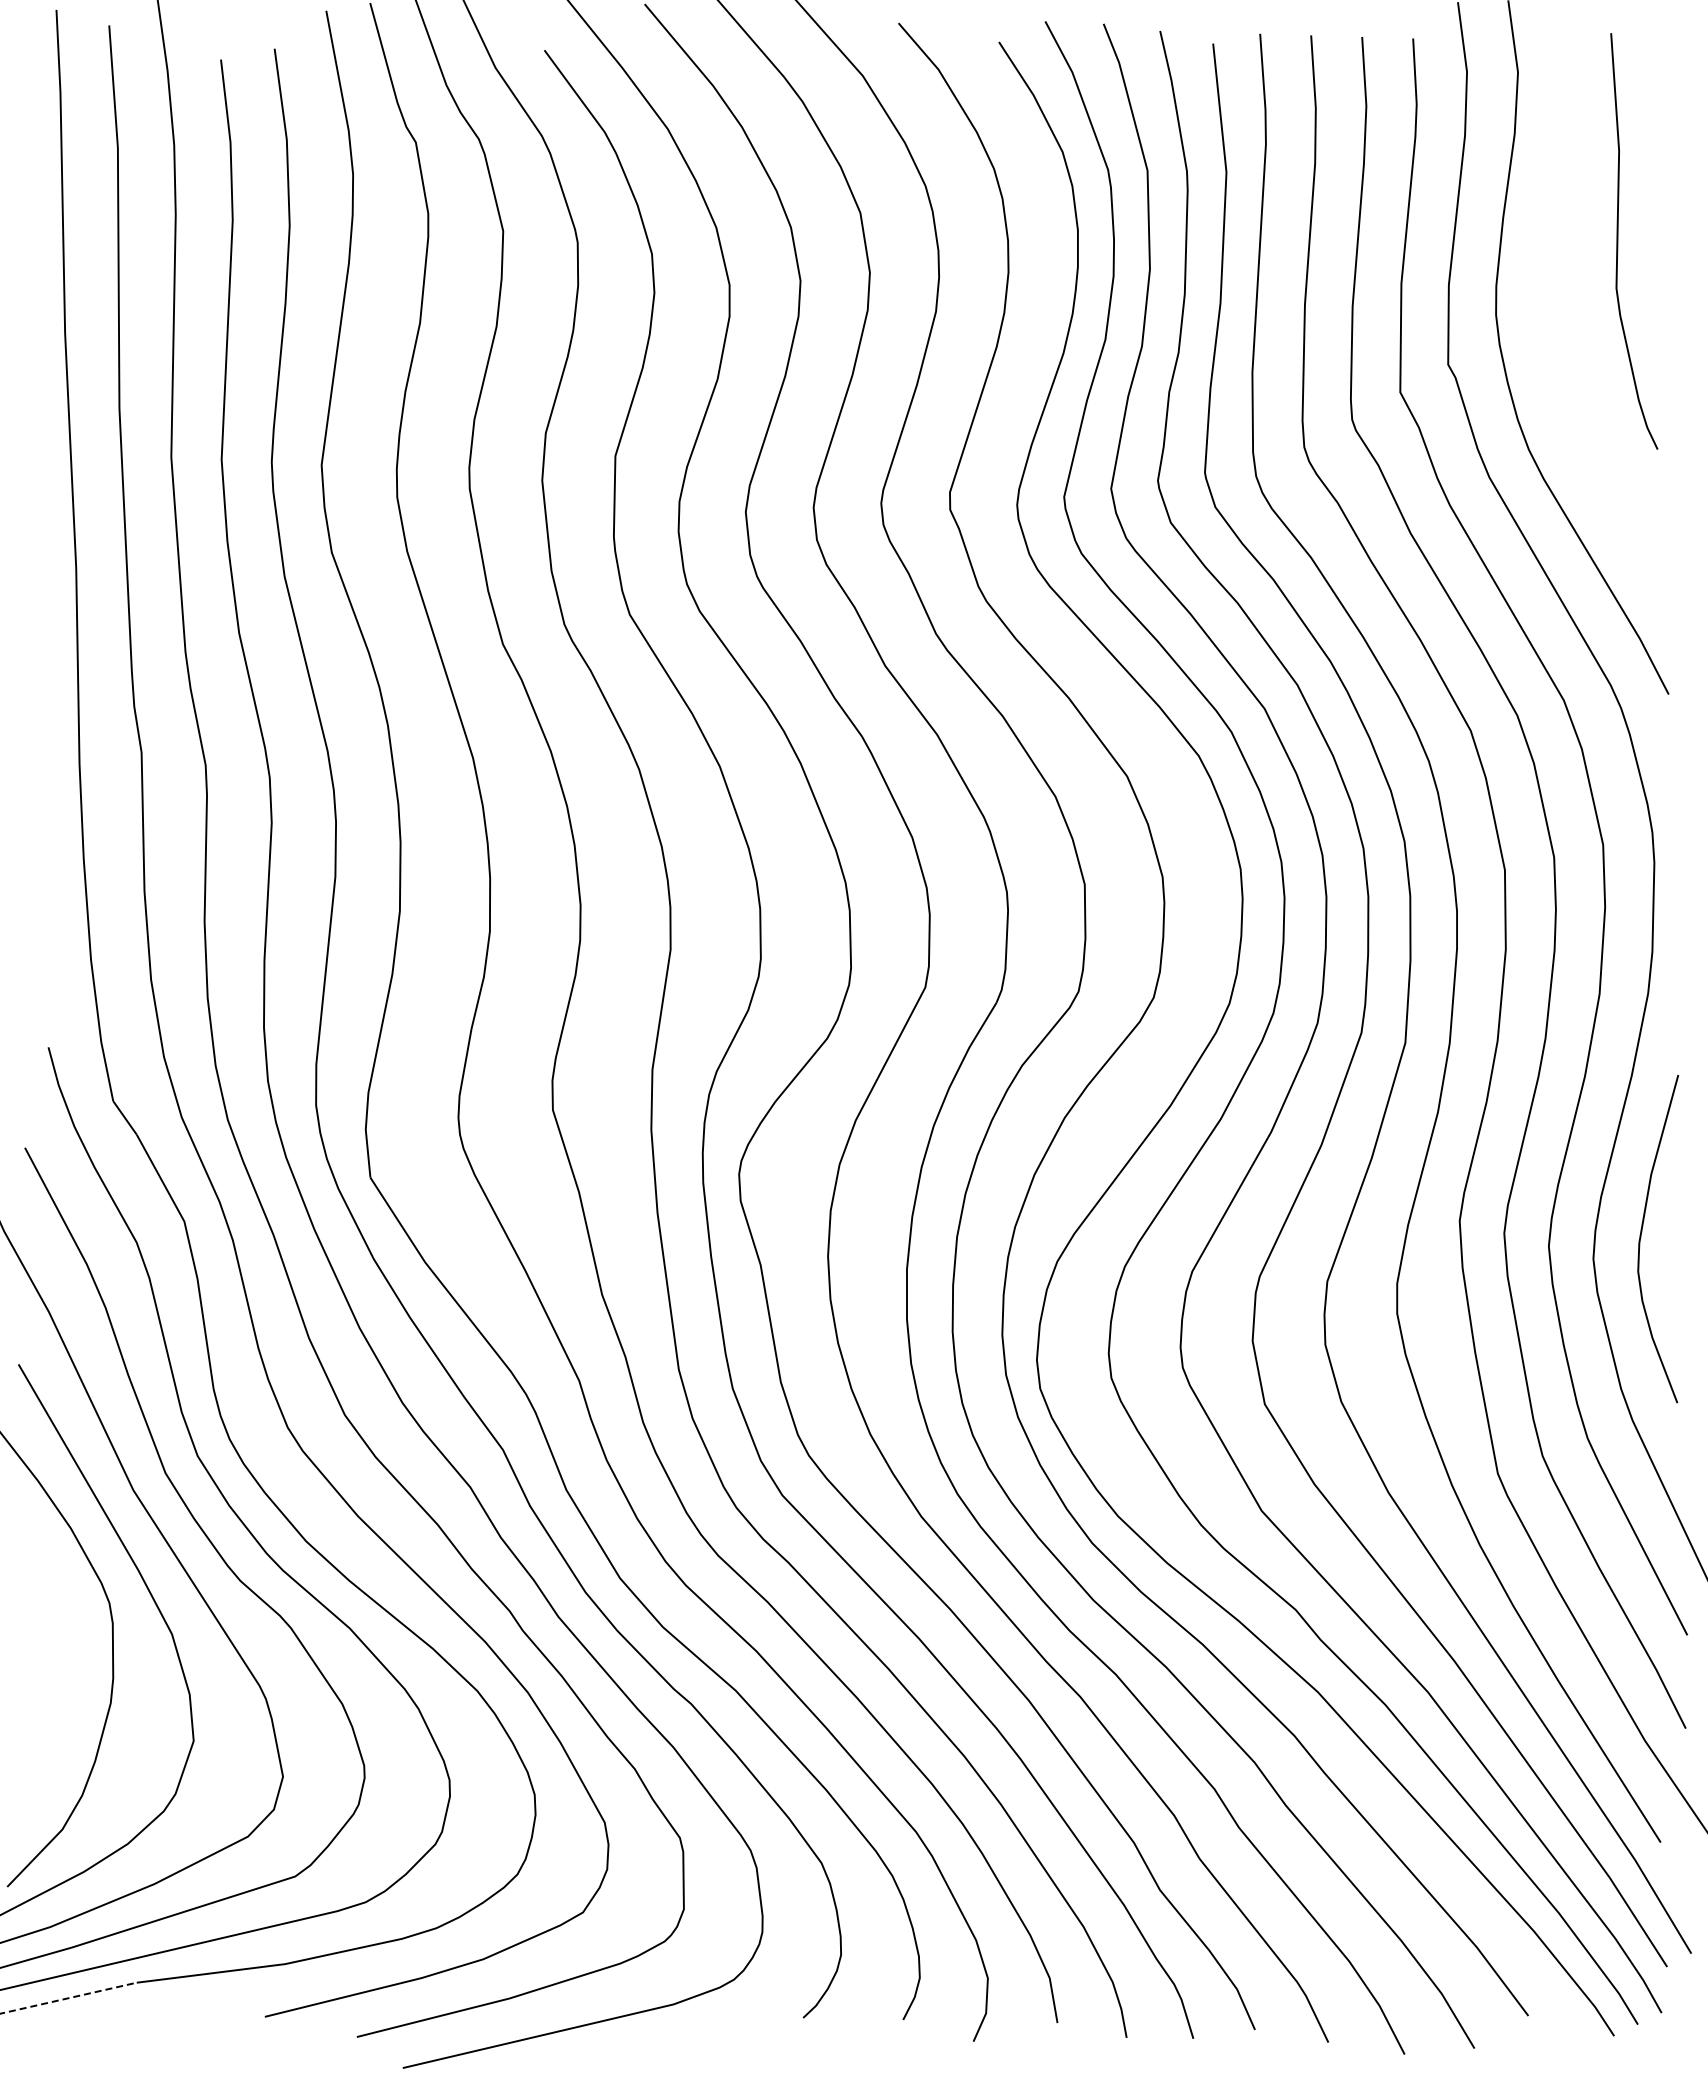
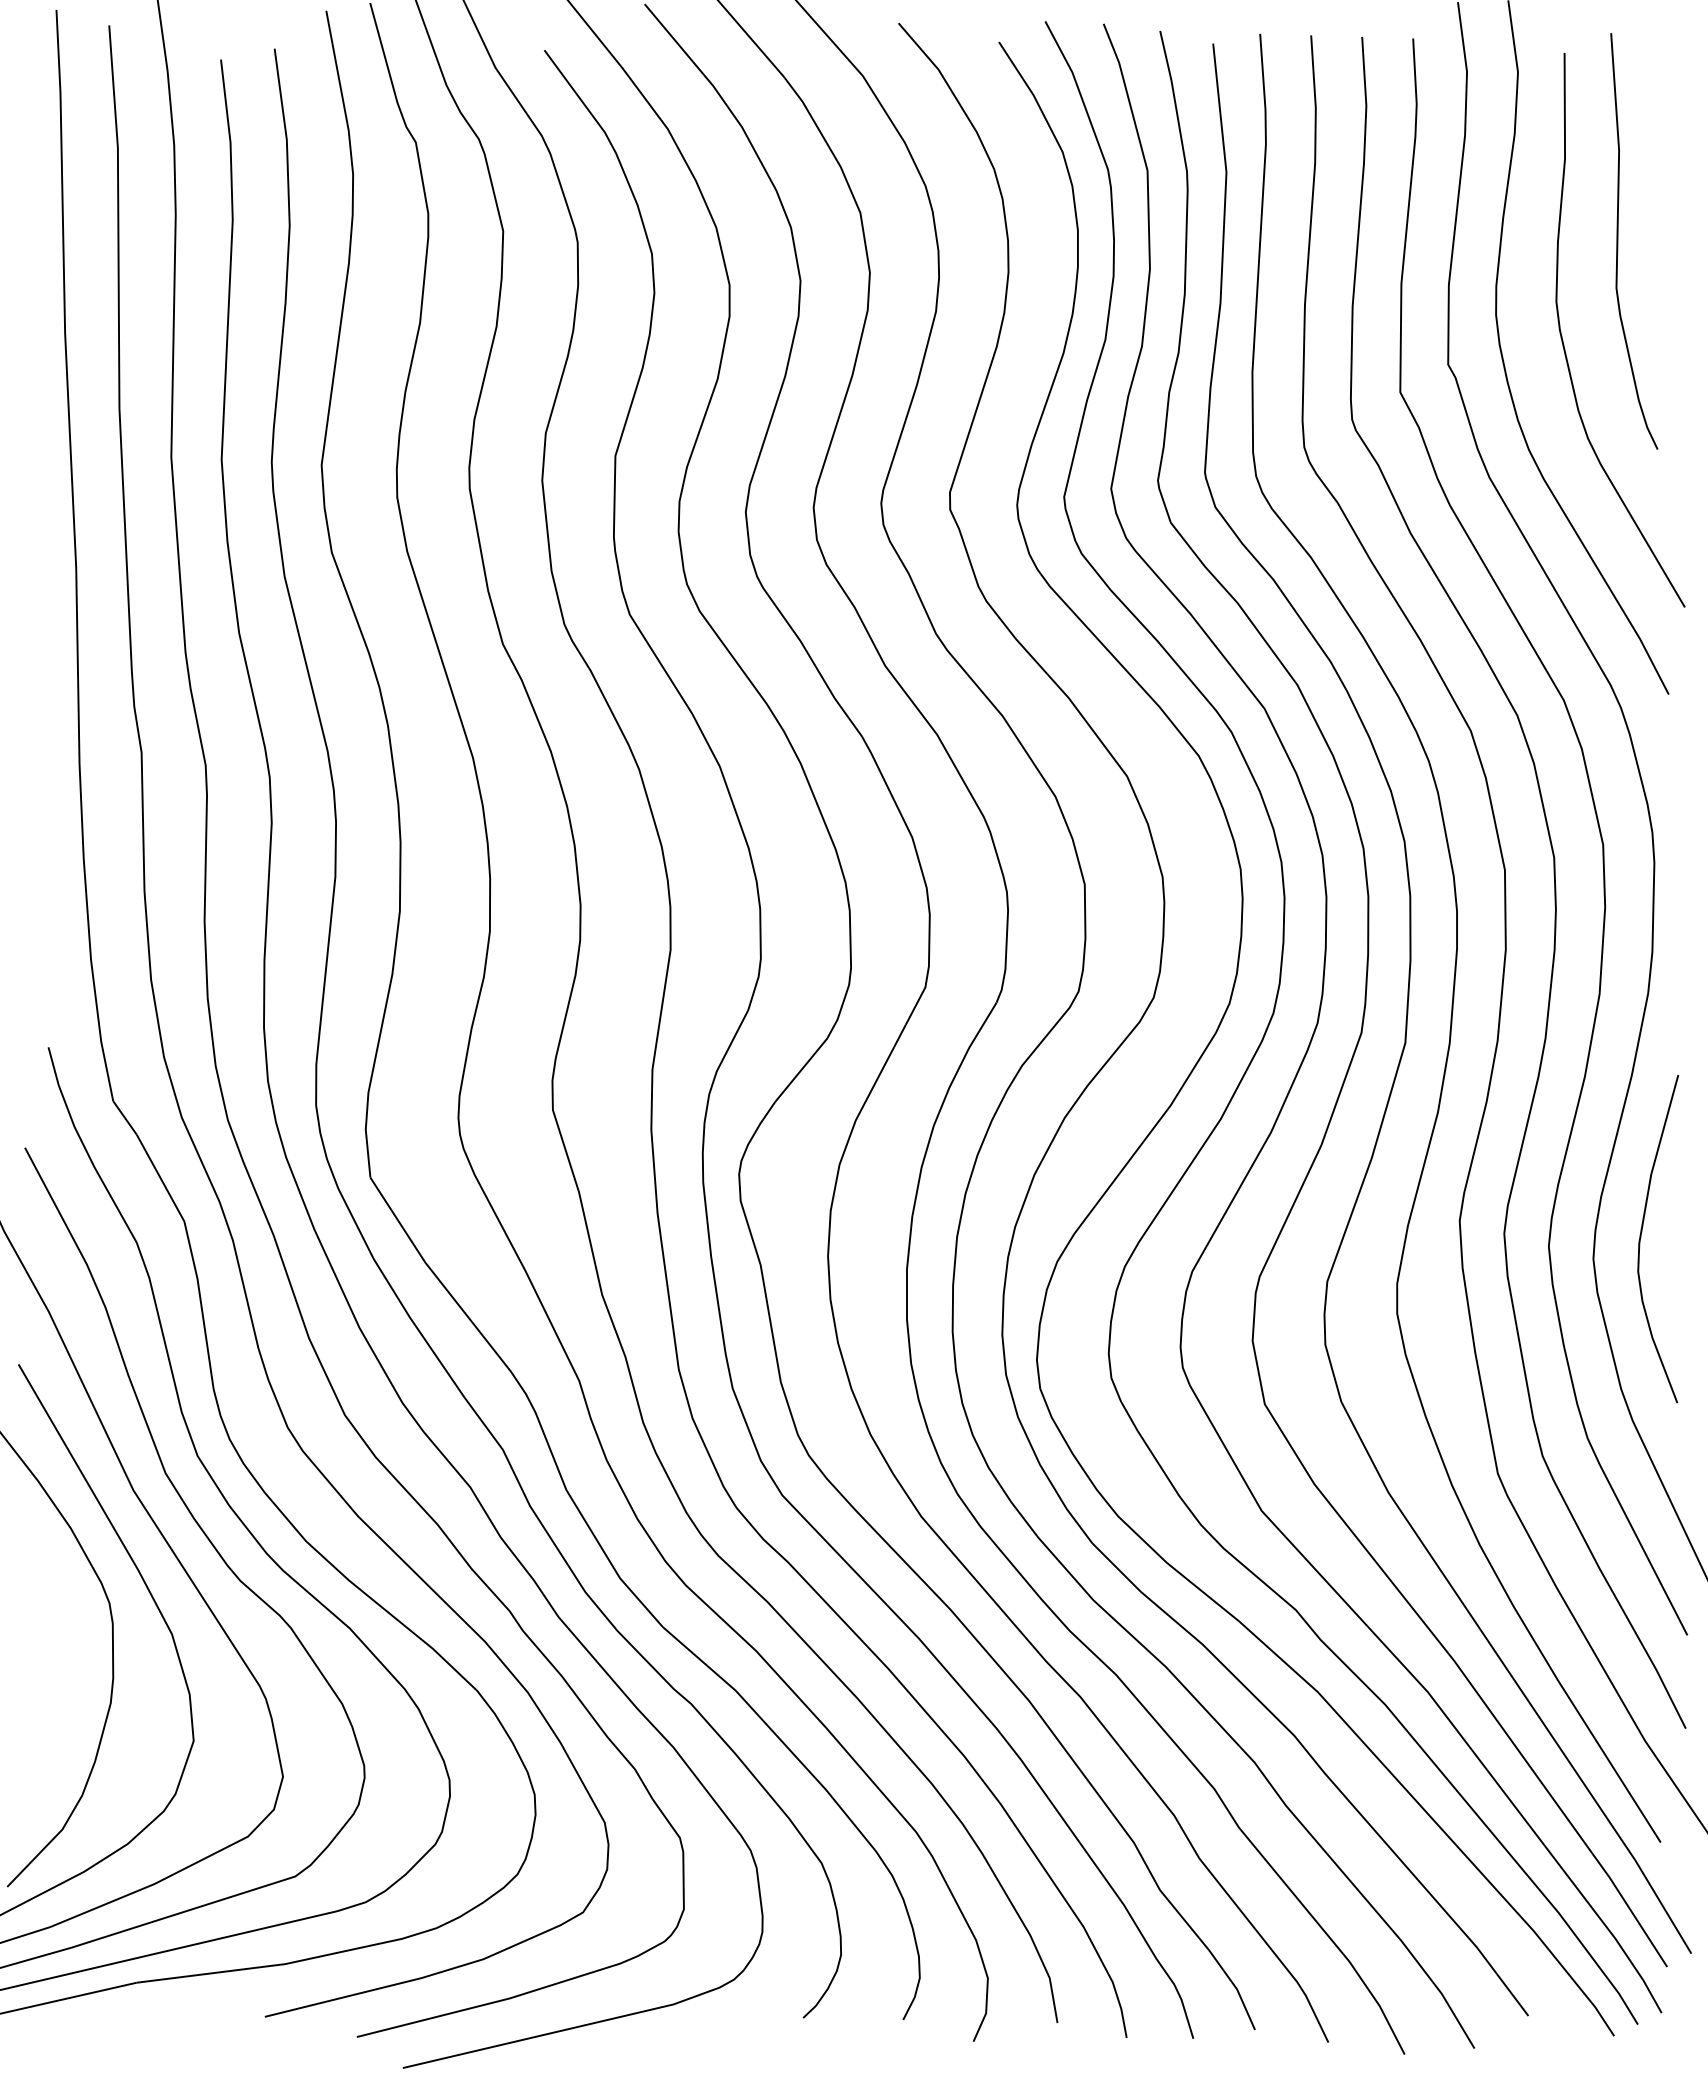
curve at (1564, 344): none -> present
line at (68, 1998): dashed -> solid
